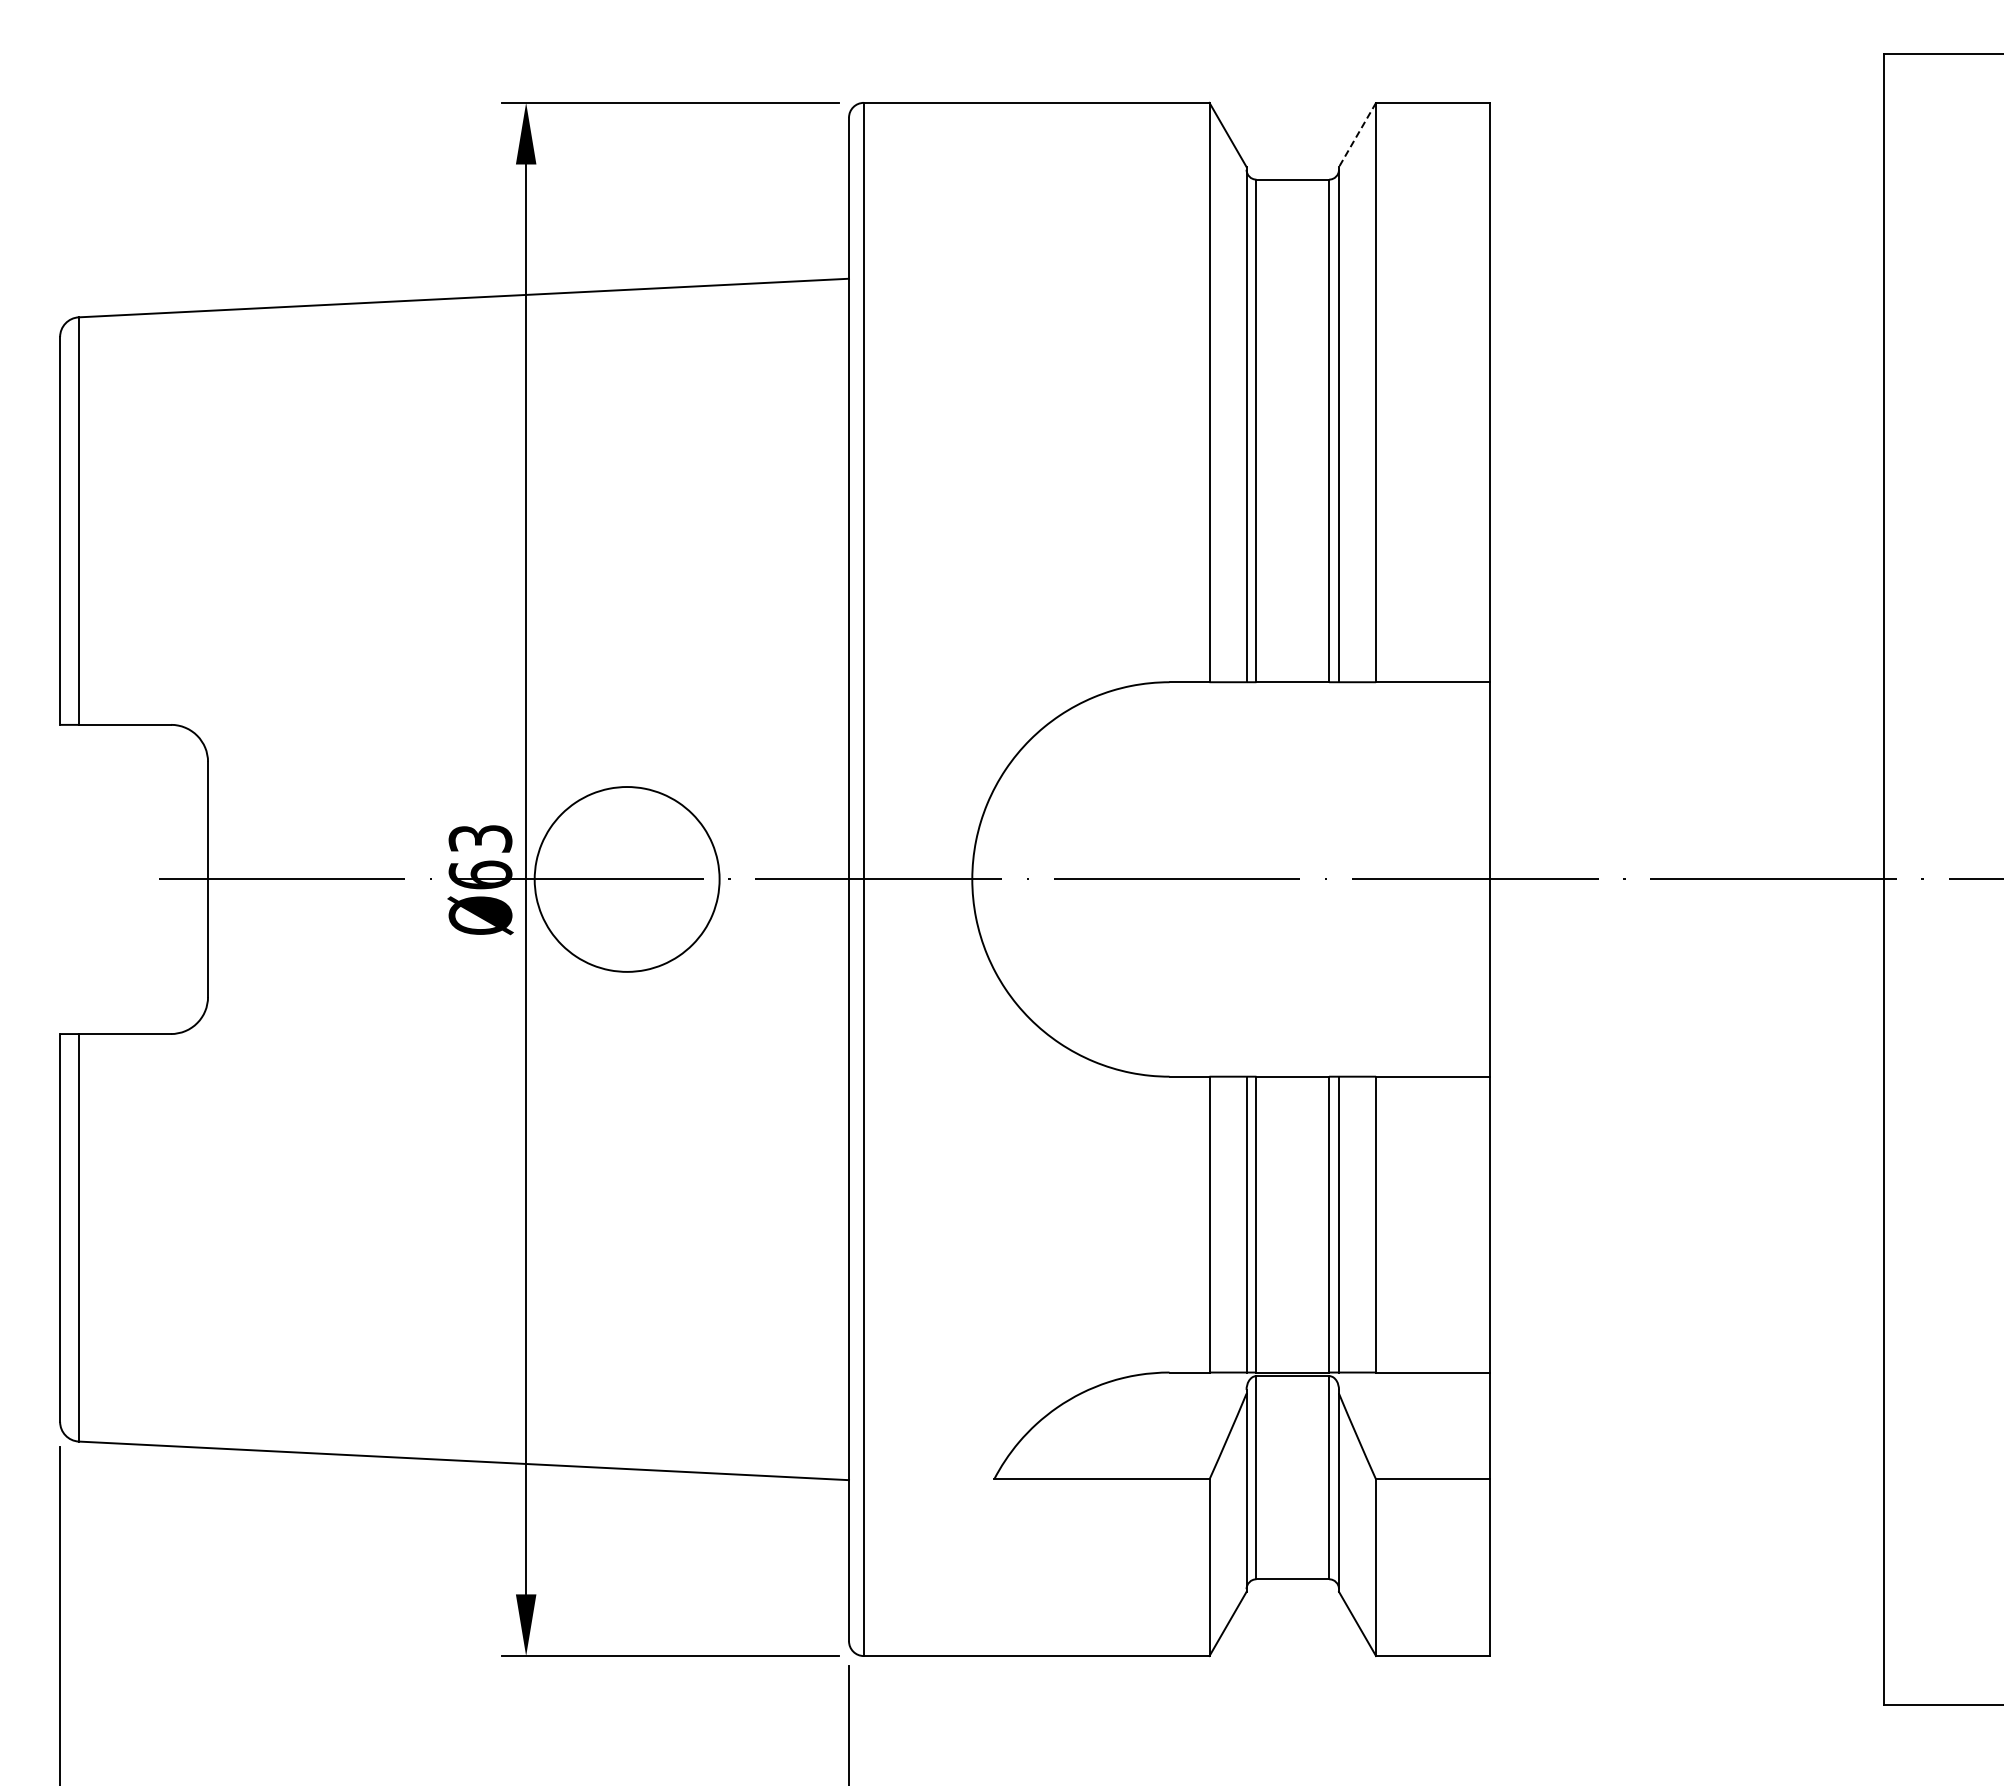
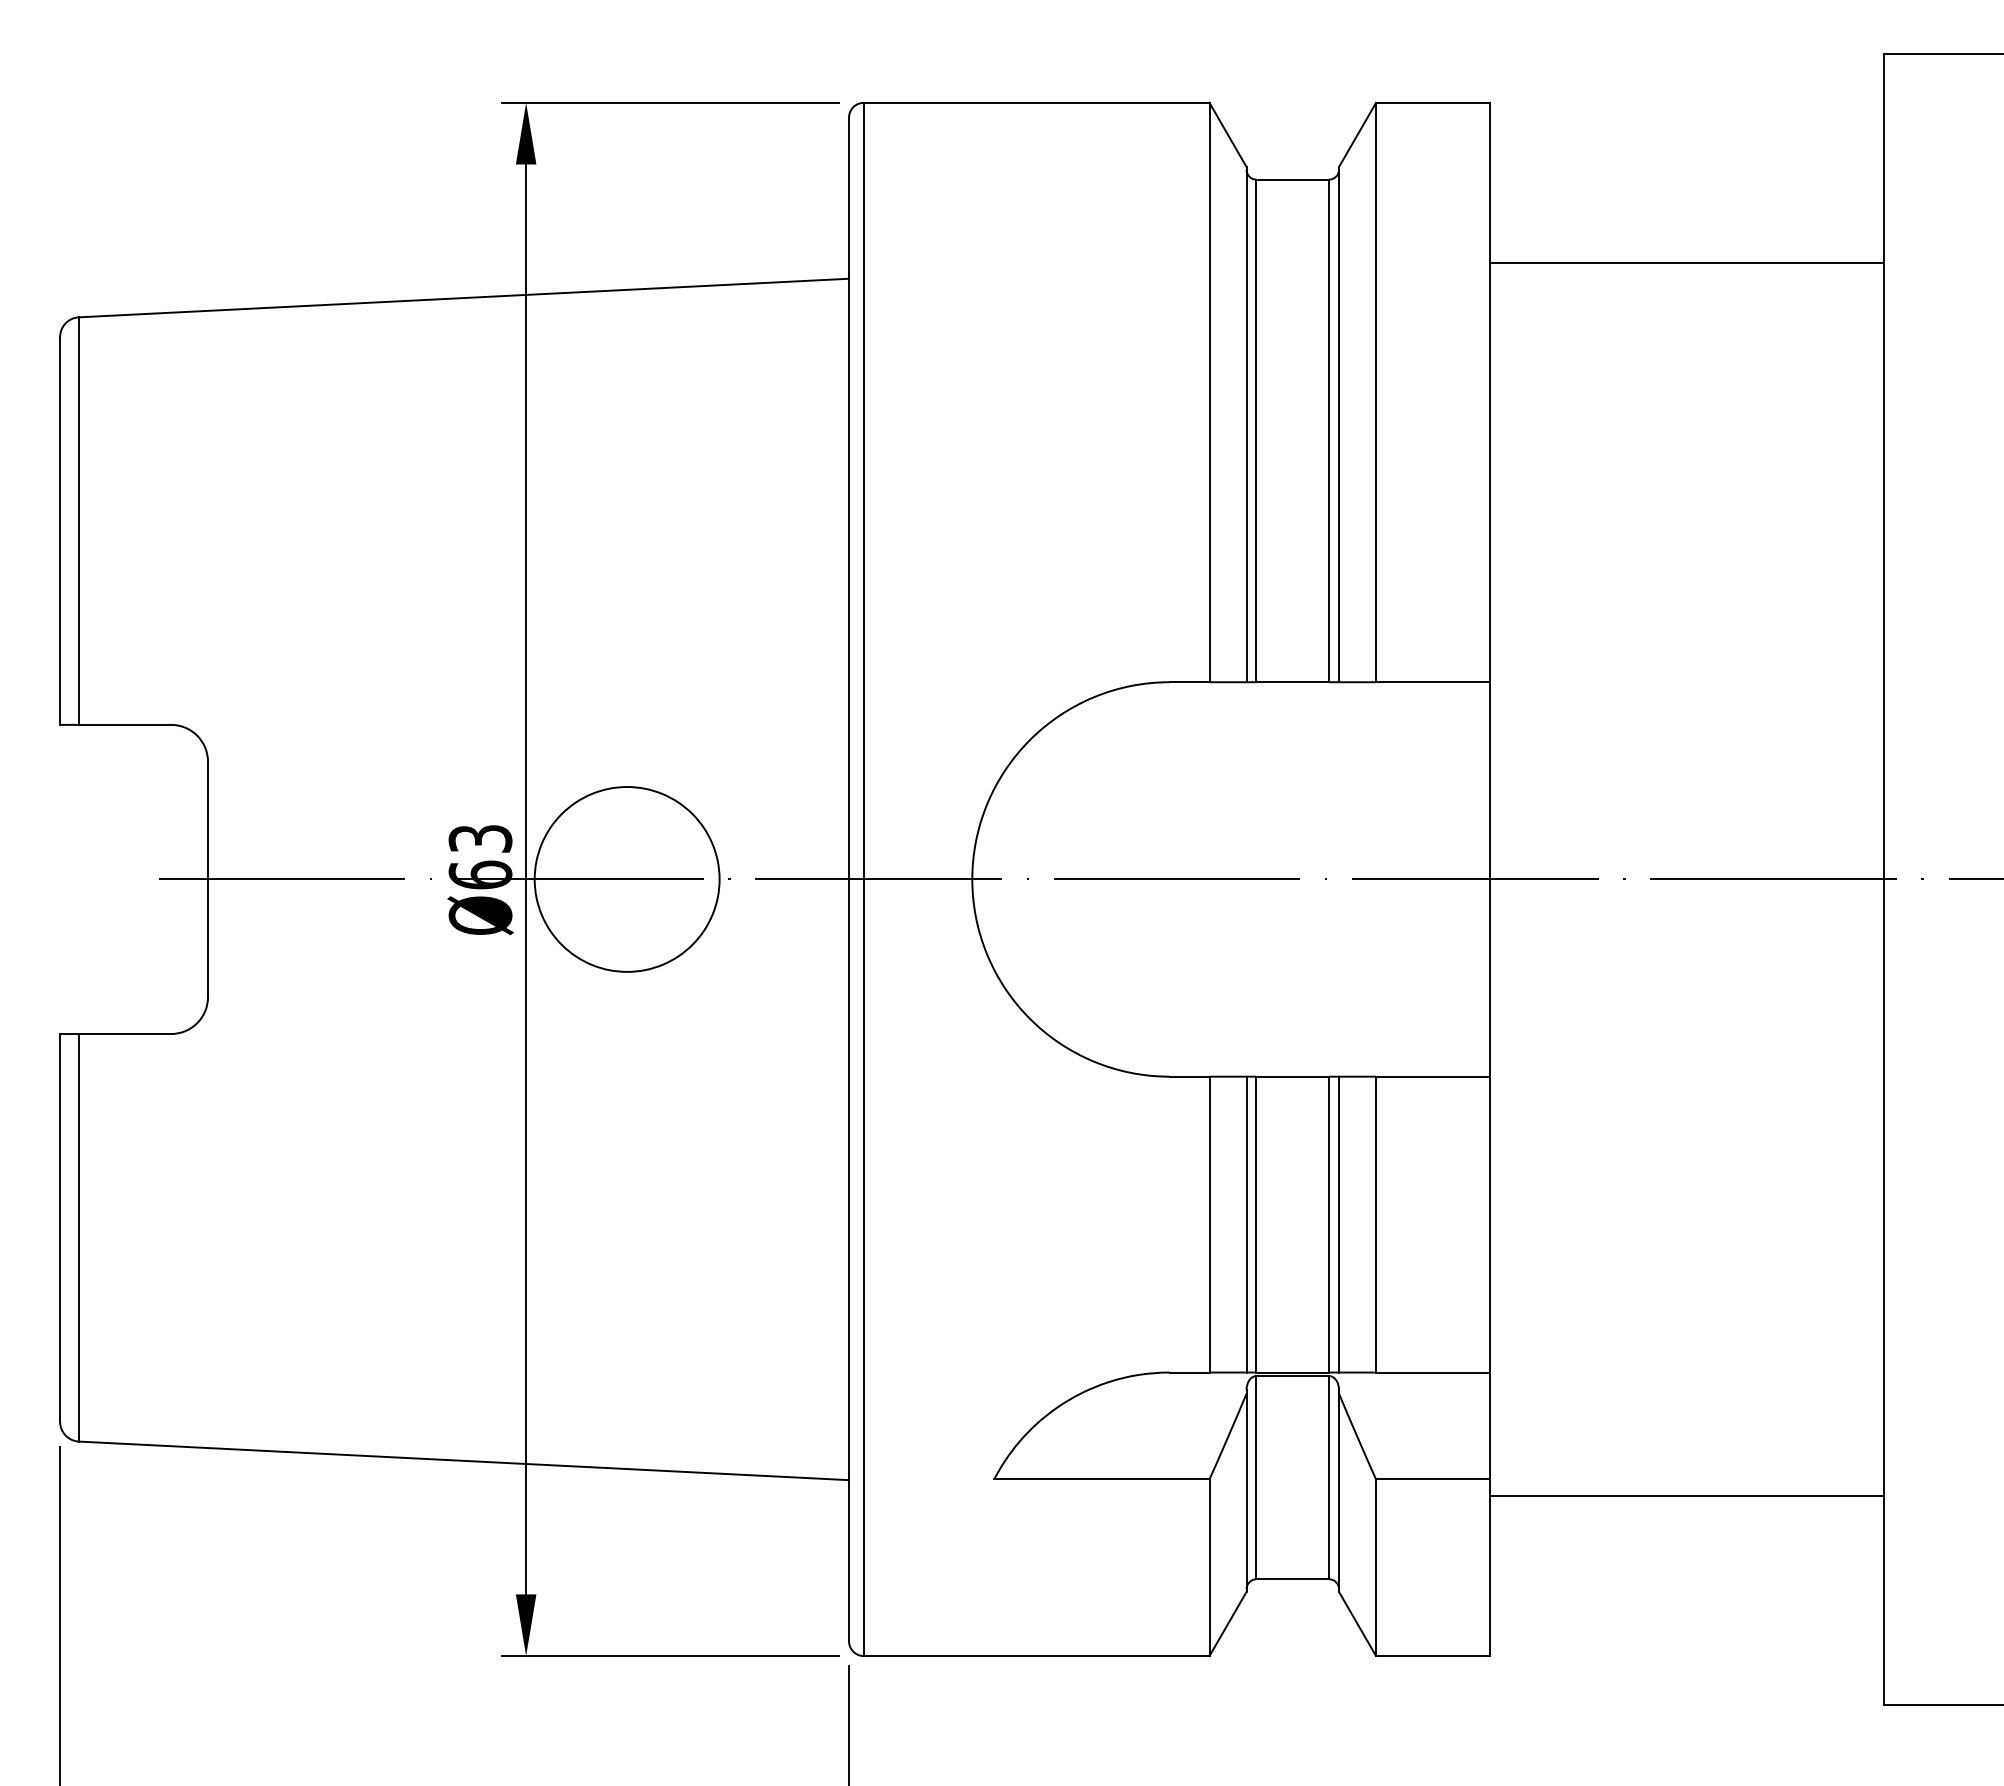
line at (1357, 135): dashed -> solid
line at (1687, 263): none -> present
line at (1687, 1495): none -> present
